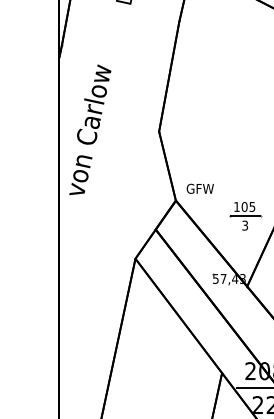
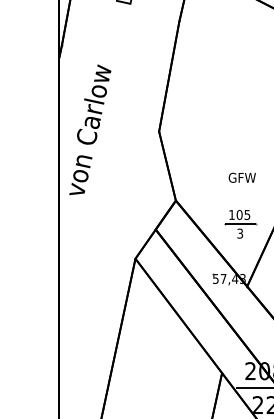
text at (199, 188) position: (199, 188) -> (241, 177)
part at (245, 216) position: (245, 216) -> (240, 224)
